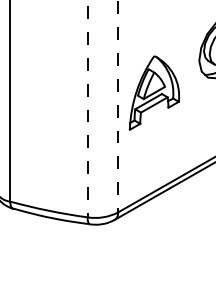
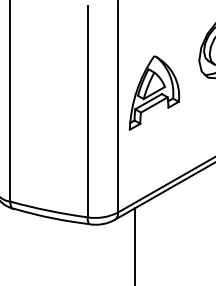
line at (118, 106): dashed -> solid
line at (87, 111): dashed -> solid
line at (134, 245): none -> present
